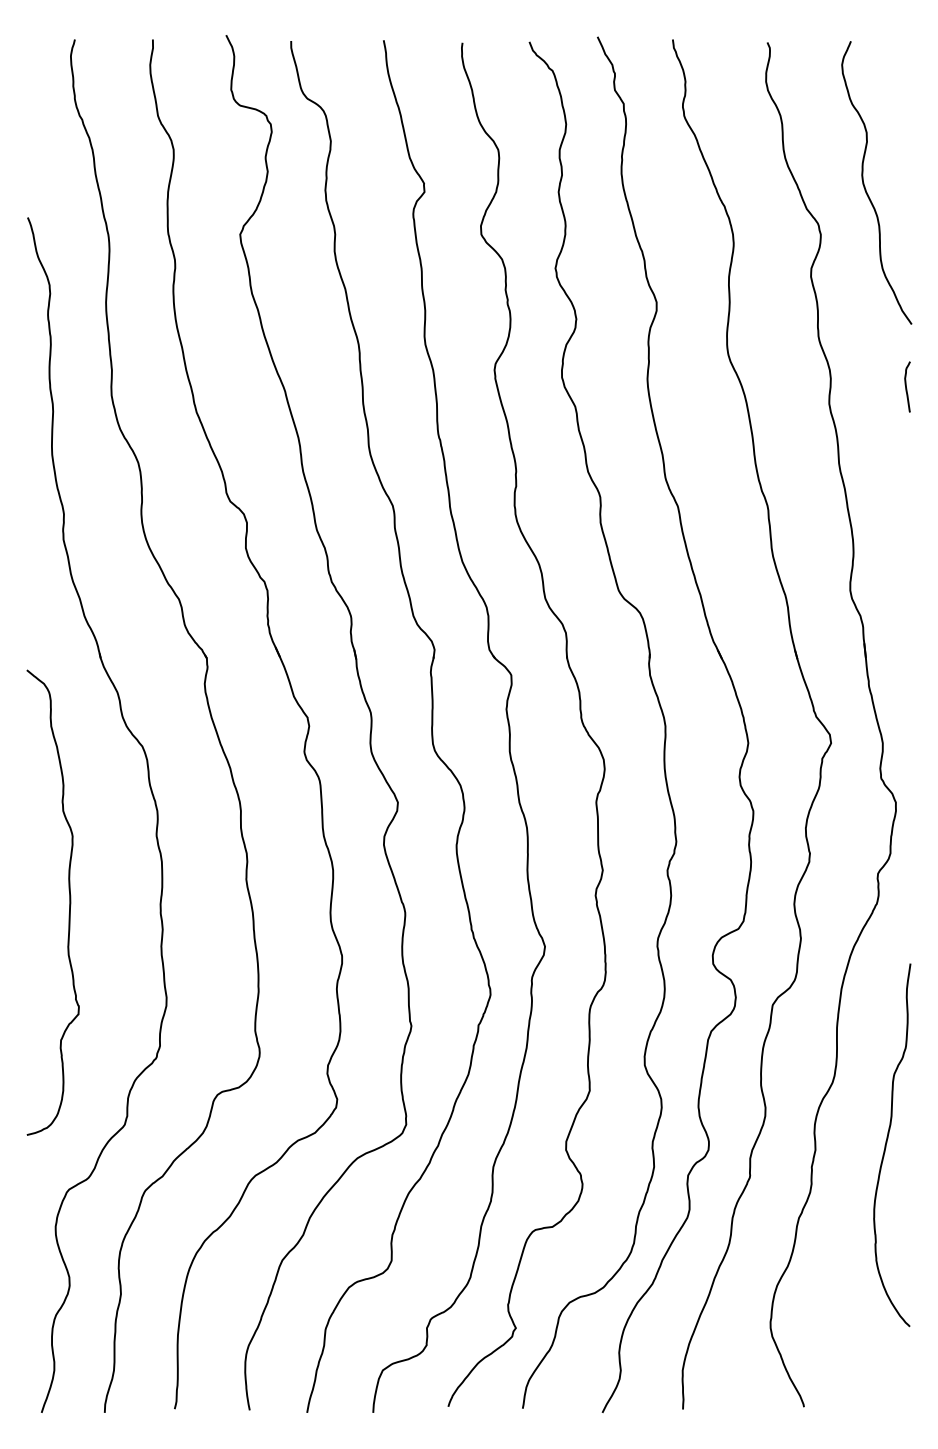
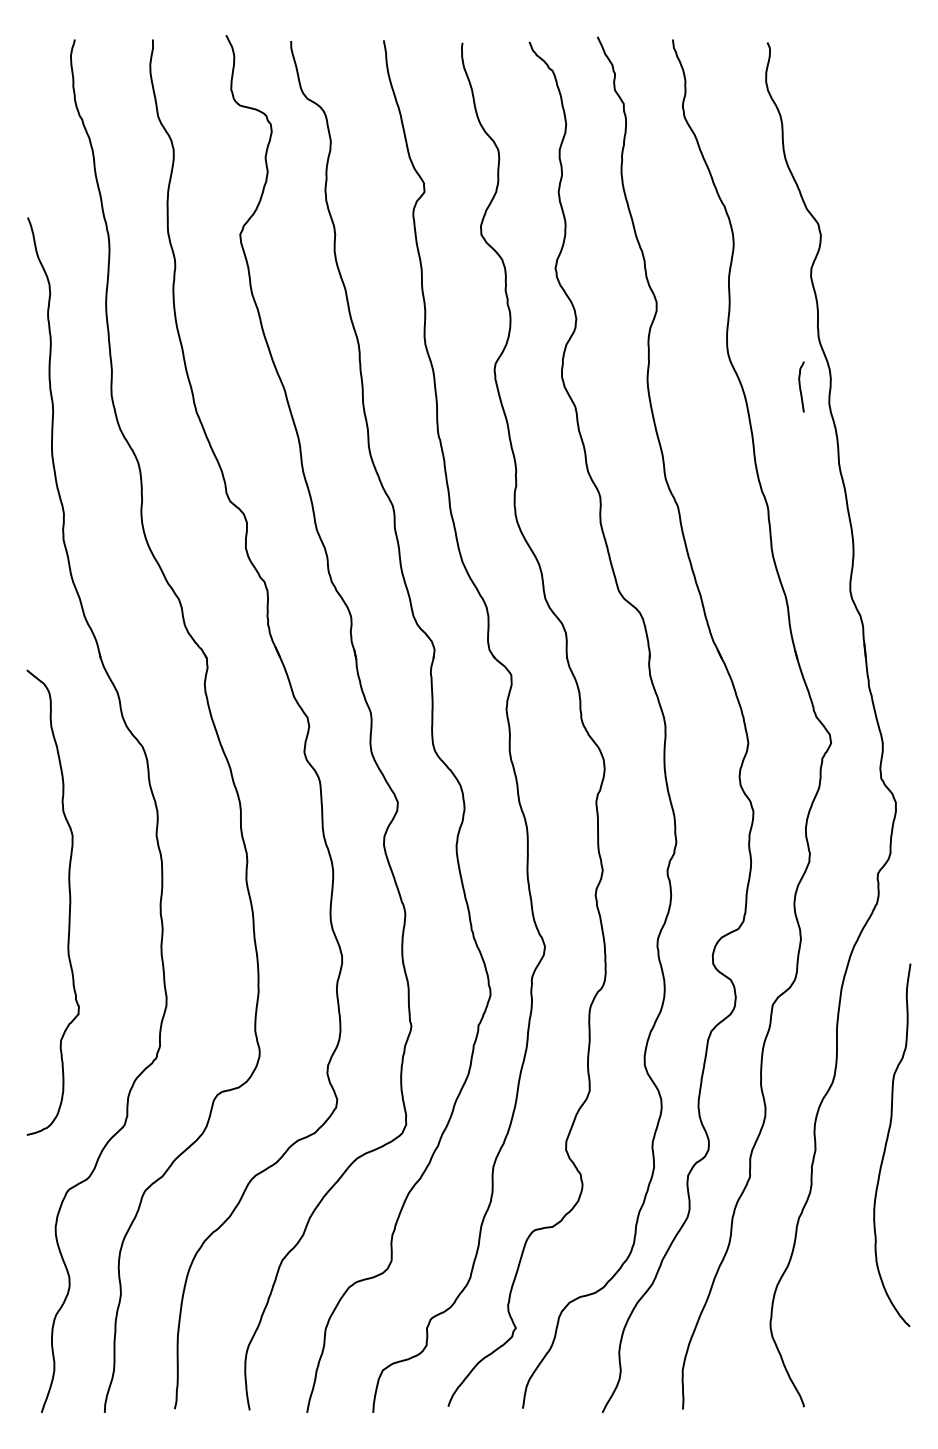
curve at (865, 186): present -> none
curve at (906, 386) position: (906, 386) -> (800, 386)
